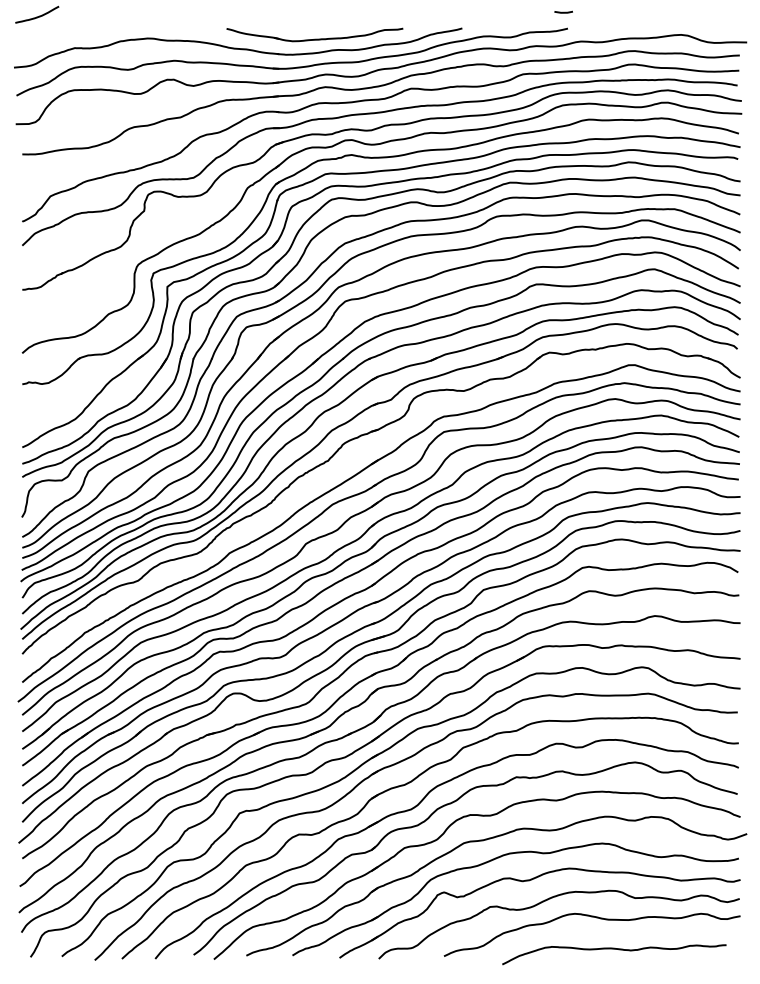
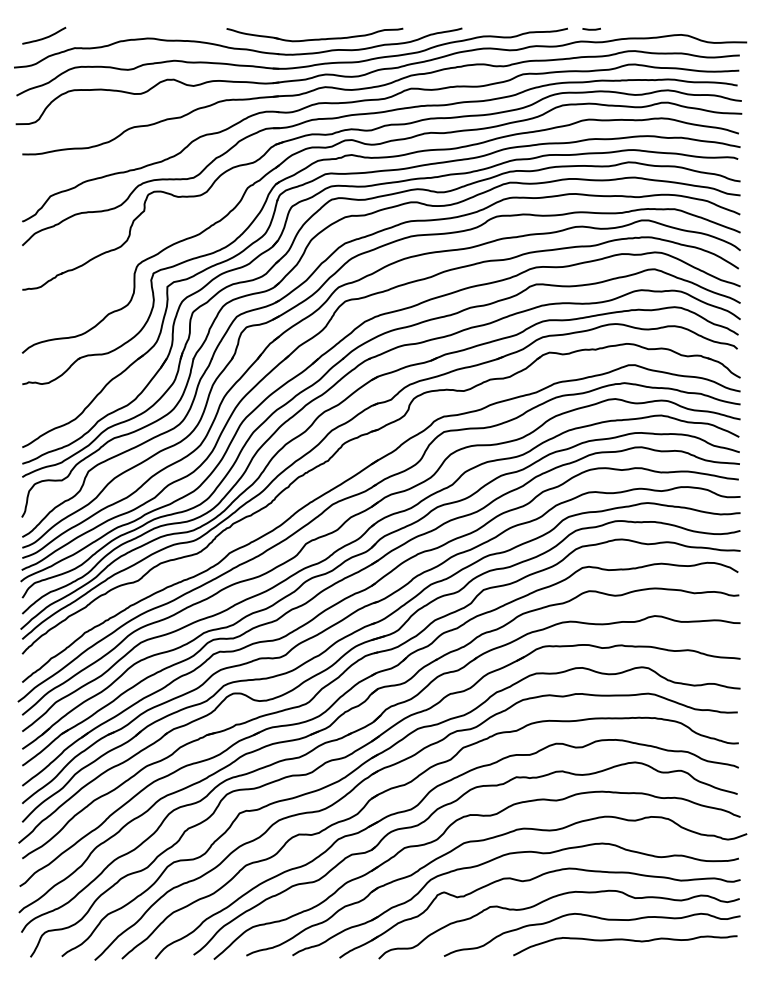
line at (563, 11) position: (563, 11) -> (591, 28)
curve at (37, 16) position: (37, 16) -> (44, 37)
curve at (614, 949) position: (614, 949) -> (625, 940)
